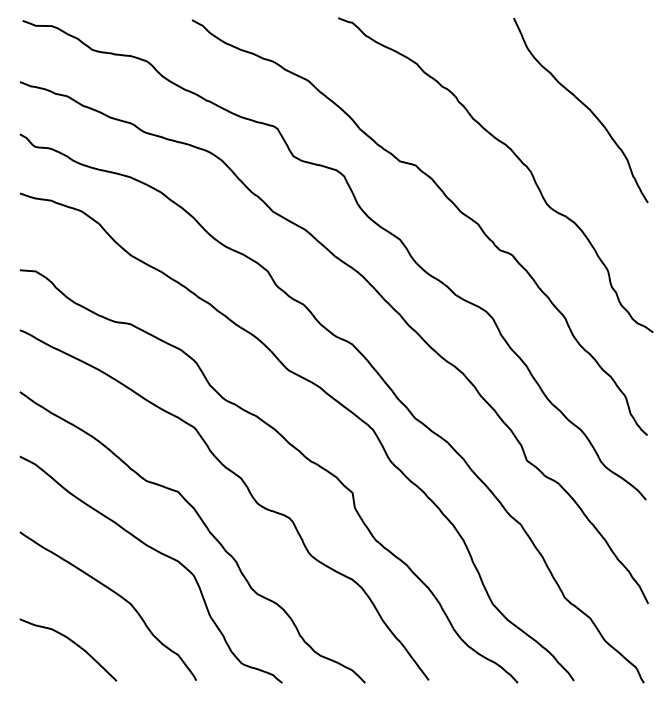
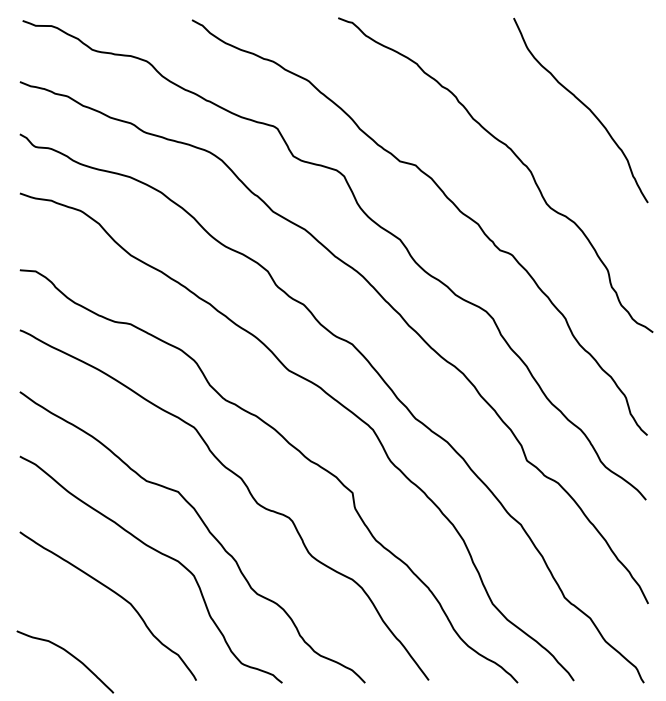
curve at (73, 643) position: (73, 643) -> (70, 655)
